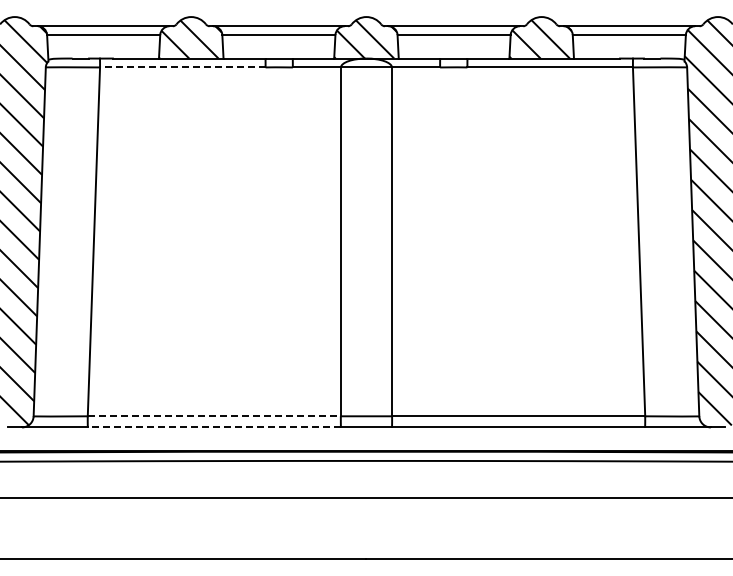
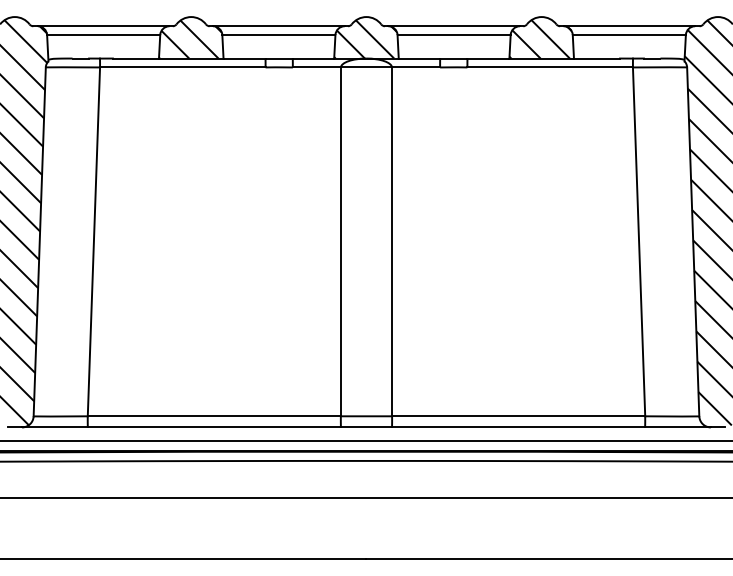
line at (182, 67): dashed -> solid
line at (214, 416): dashed -> solid
line at (214, 427): dashed -> solid
line at (365, 441): none -> present
